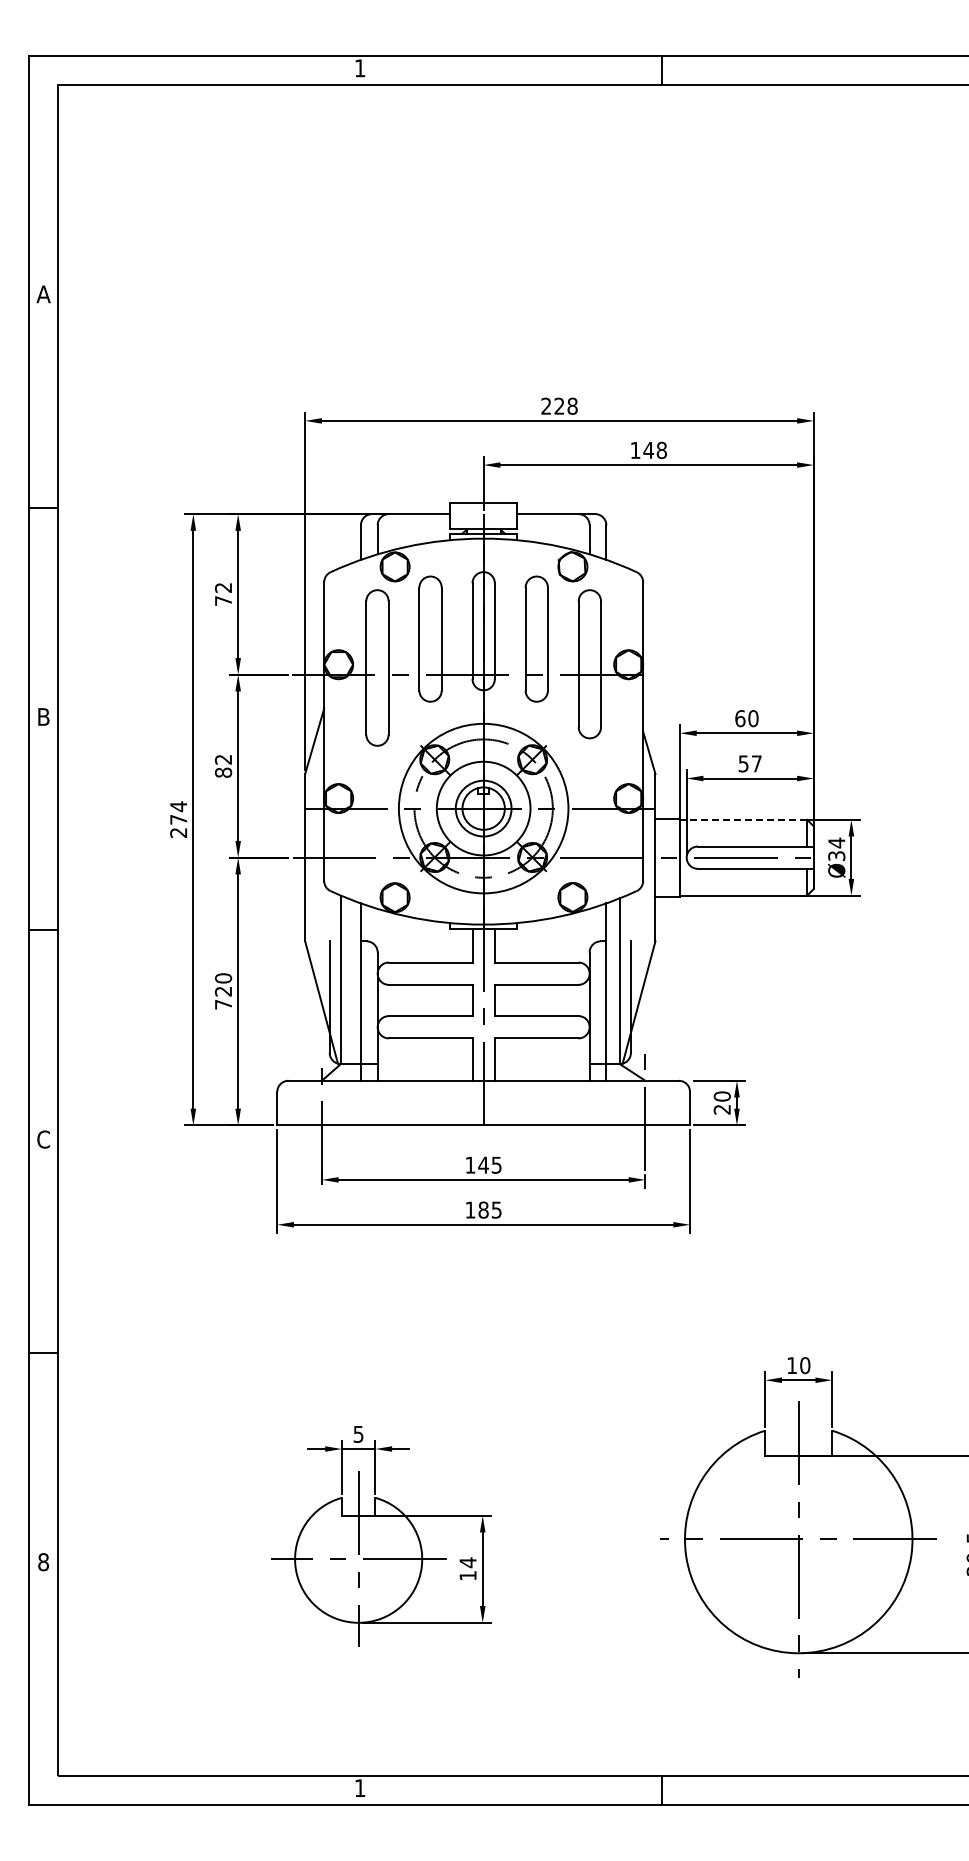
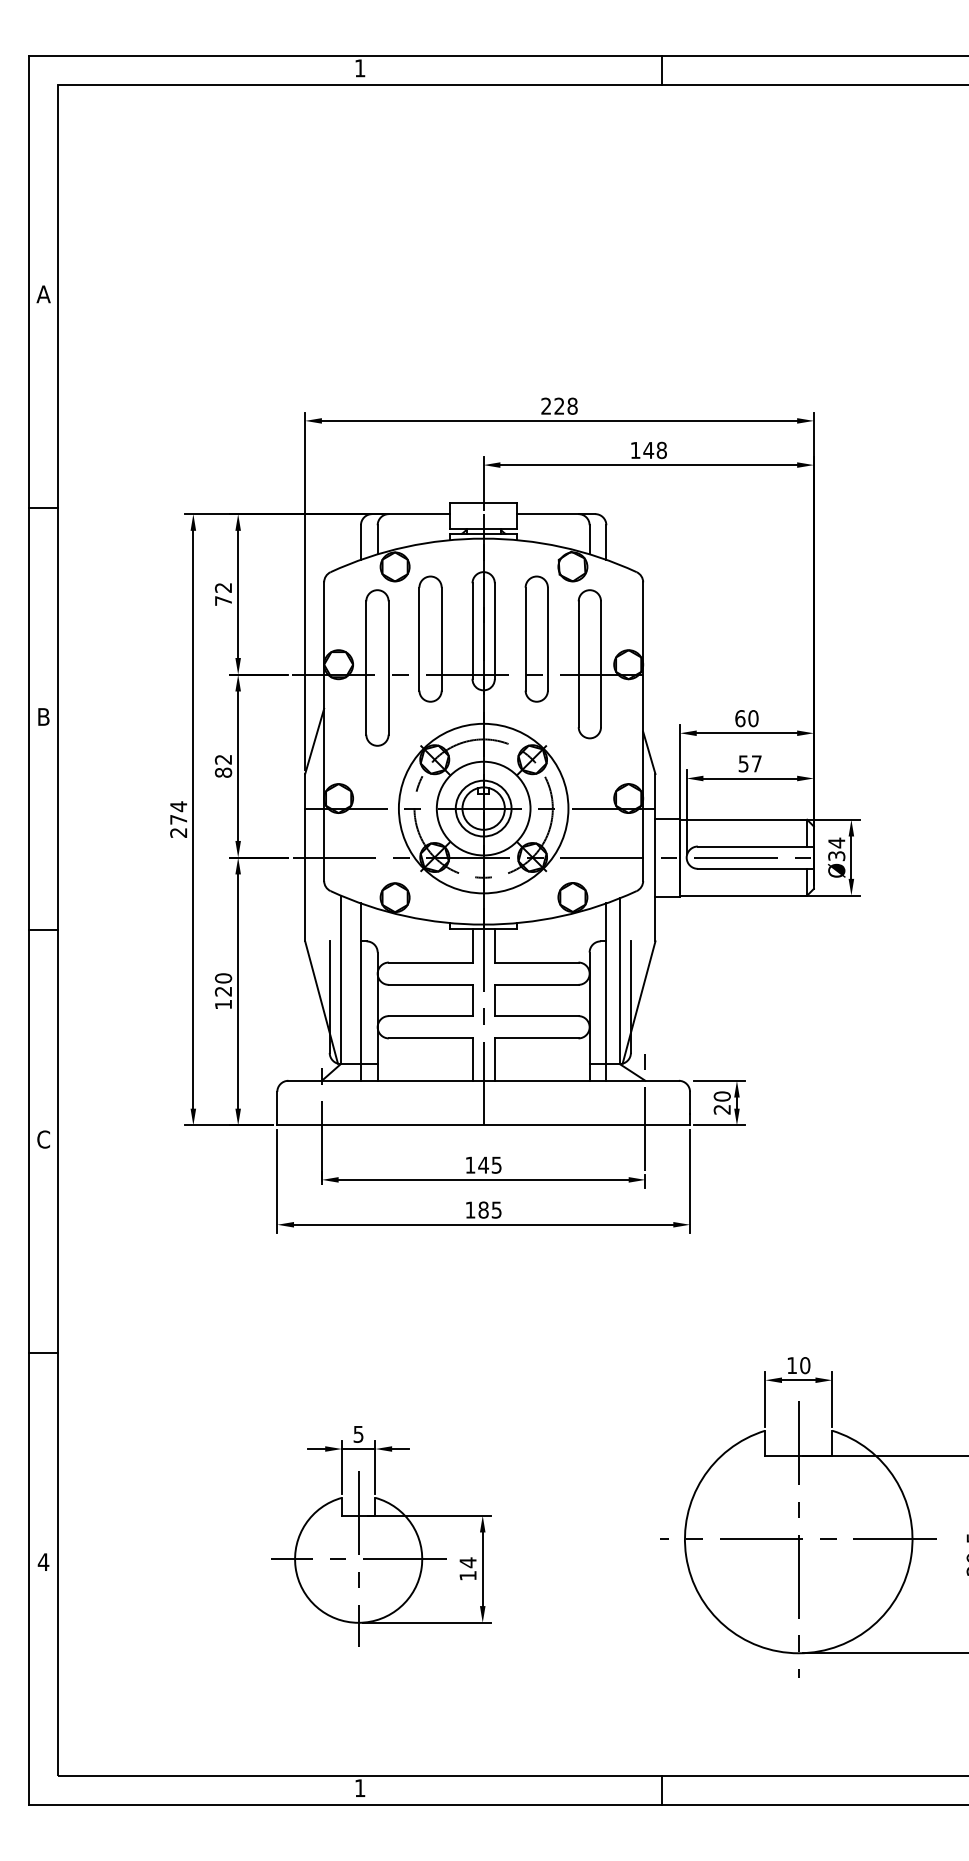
line at (743, 819): dashed -> solid
text at (223, 1004): 720 -> 120
text at (43, 1562): 8 -> 4
